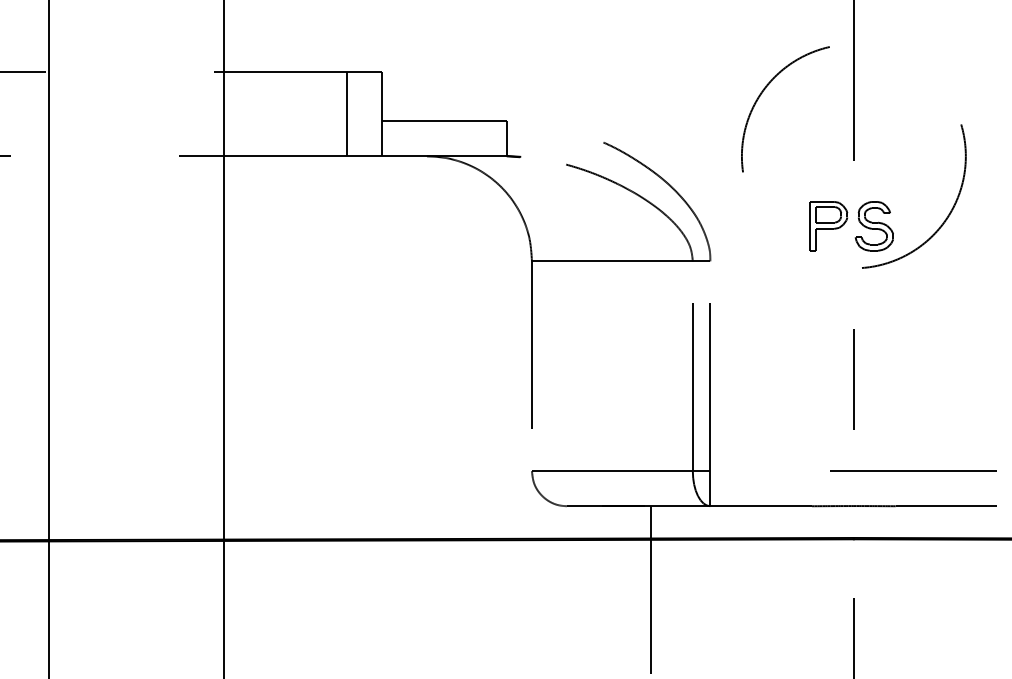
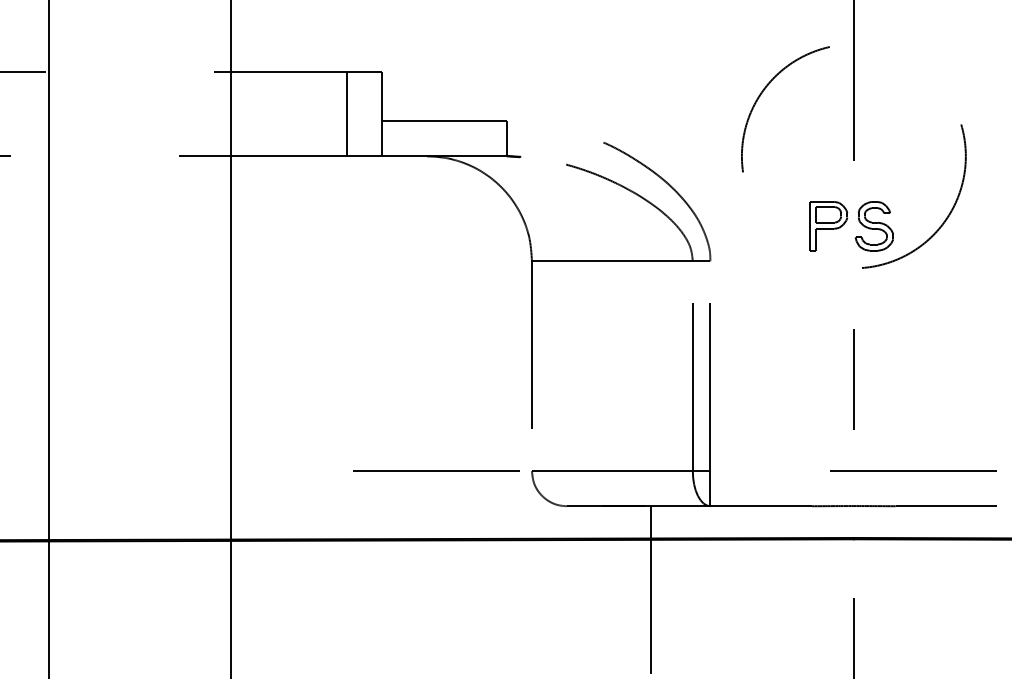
line at (224, 338) position: (224, 338) -> (231, 338)
line at (436, 470): none -> present
